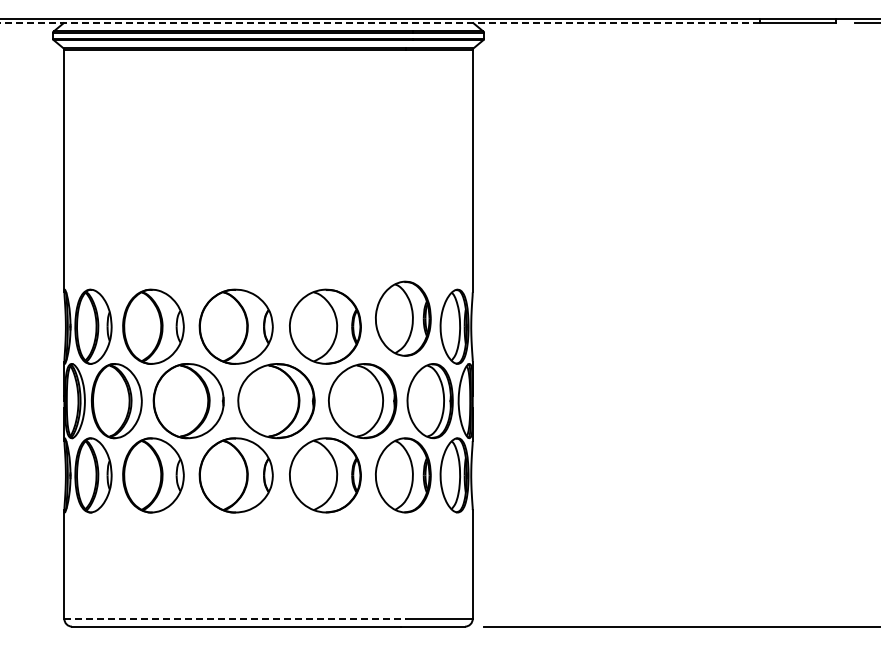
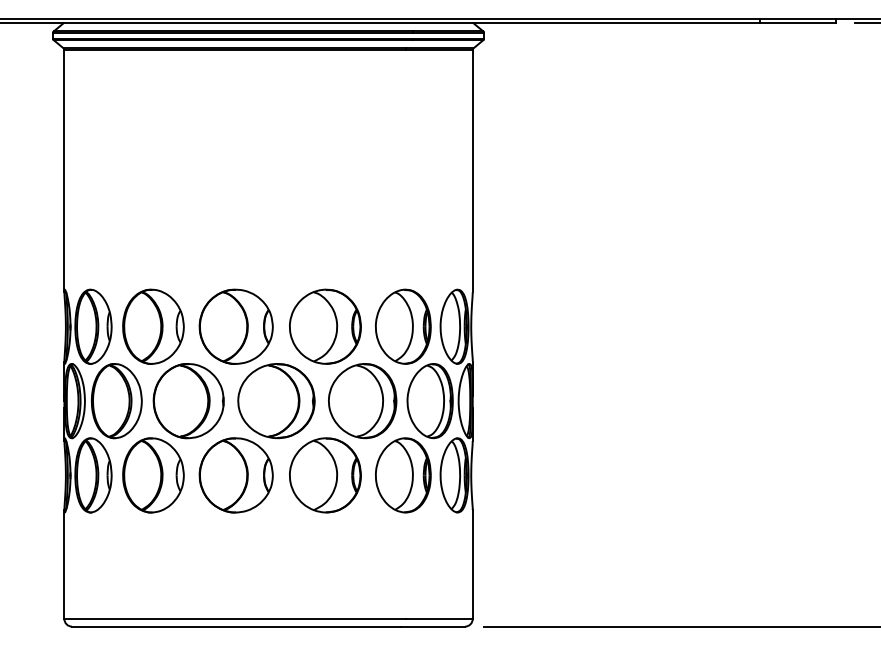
line at (380, 23): dashed -> solid
part at (403, 318) position: (403, 318) -> (403, 326)
line at (235, 619): dashed -> solid
